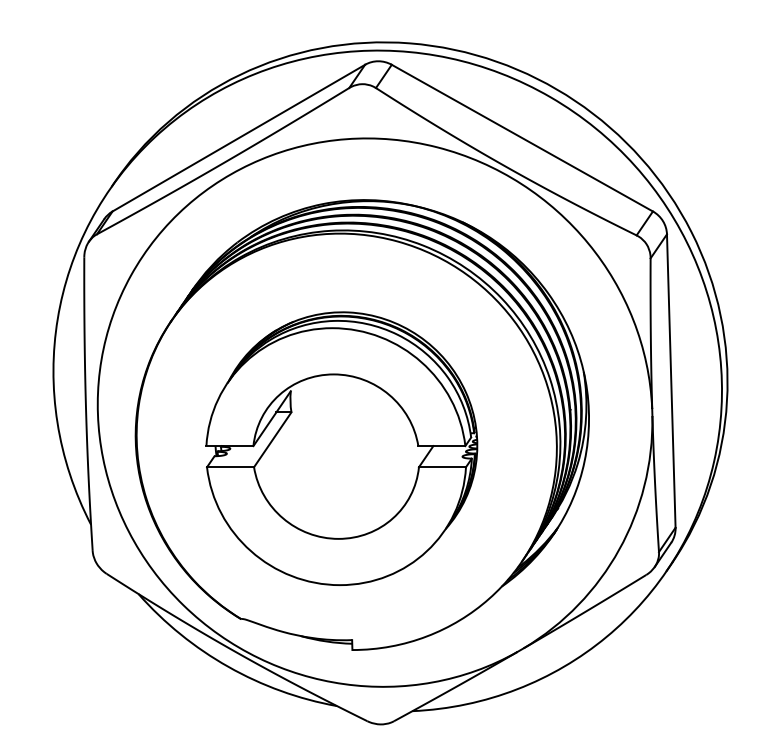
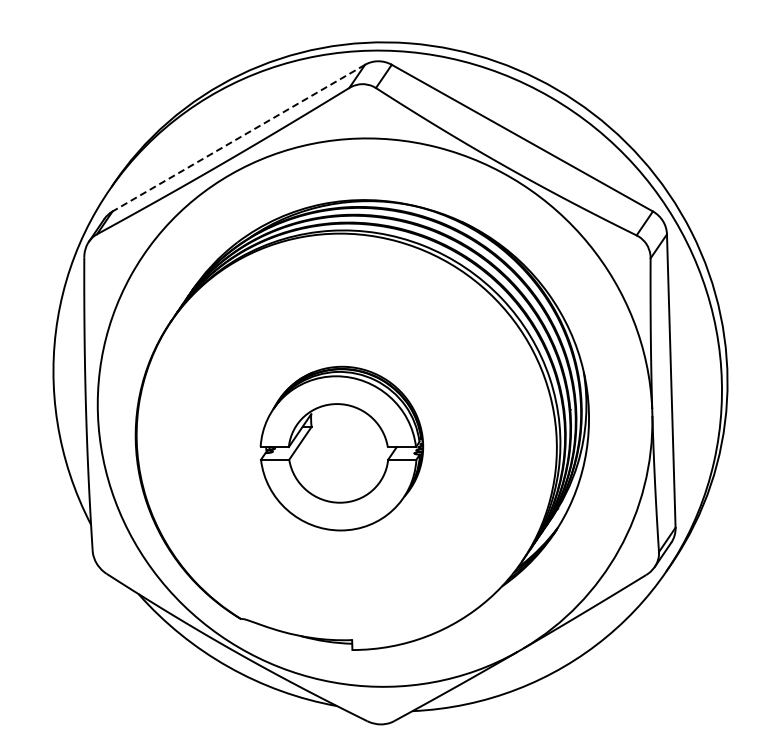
line at (238, 138): solid -> dashed
part at (341, 448) size: 274x275 px -> 166x167 px
